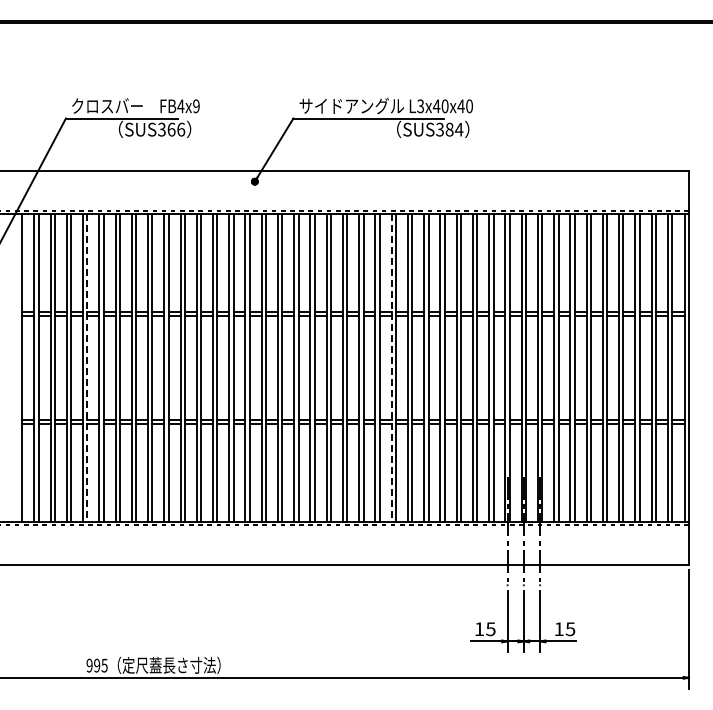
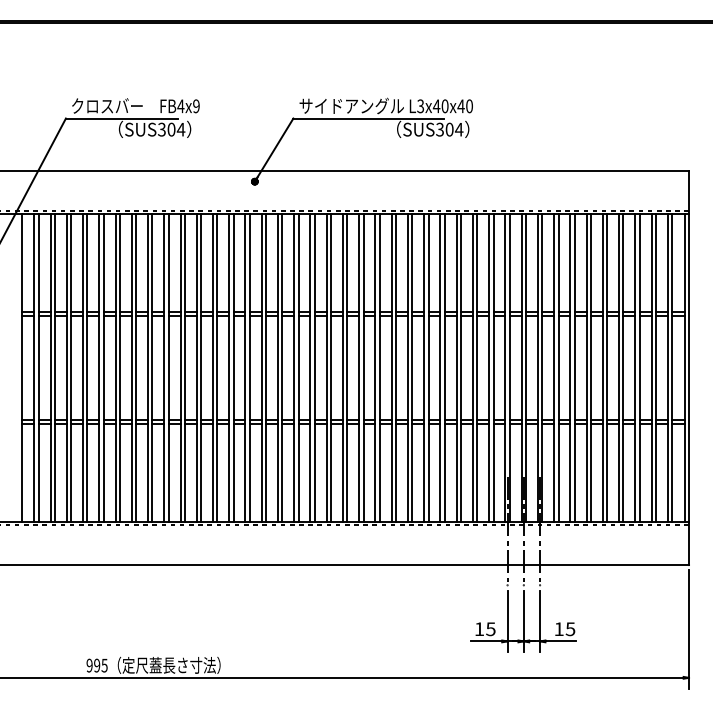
text at (176, 129): SUS366 -> SUS304
text at (449, 129): SUS384 -> SUS304
line at (87, 367): dashed -> solid
line at (391, 367): dashed -> solid
